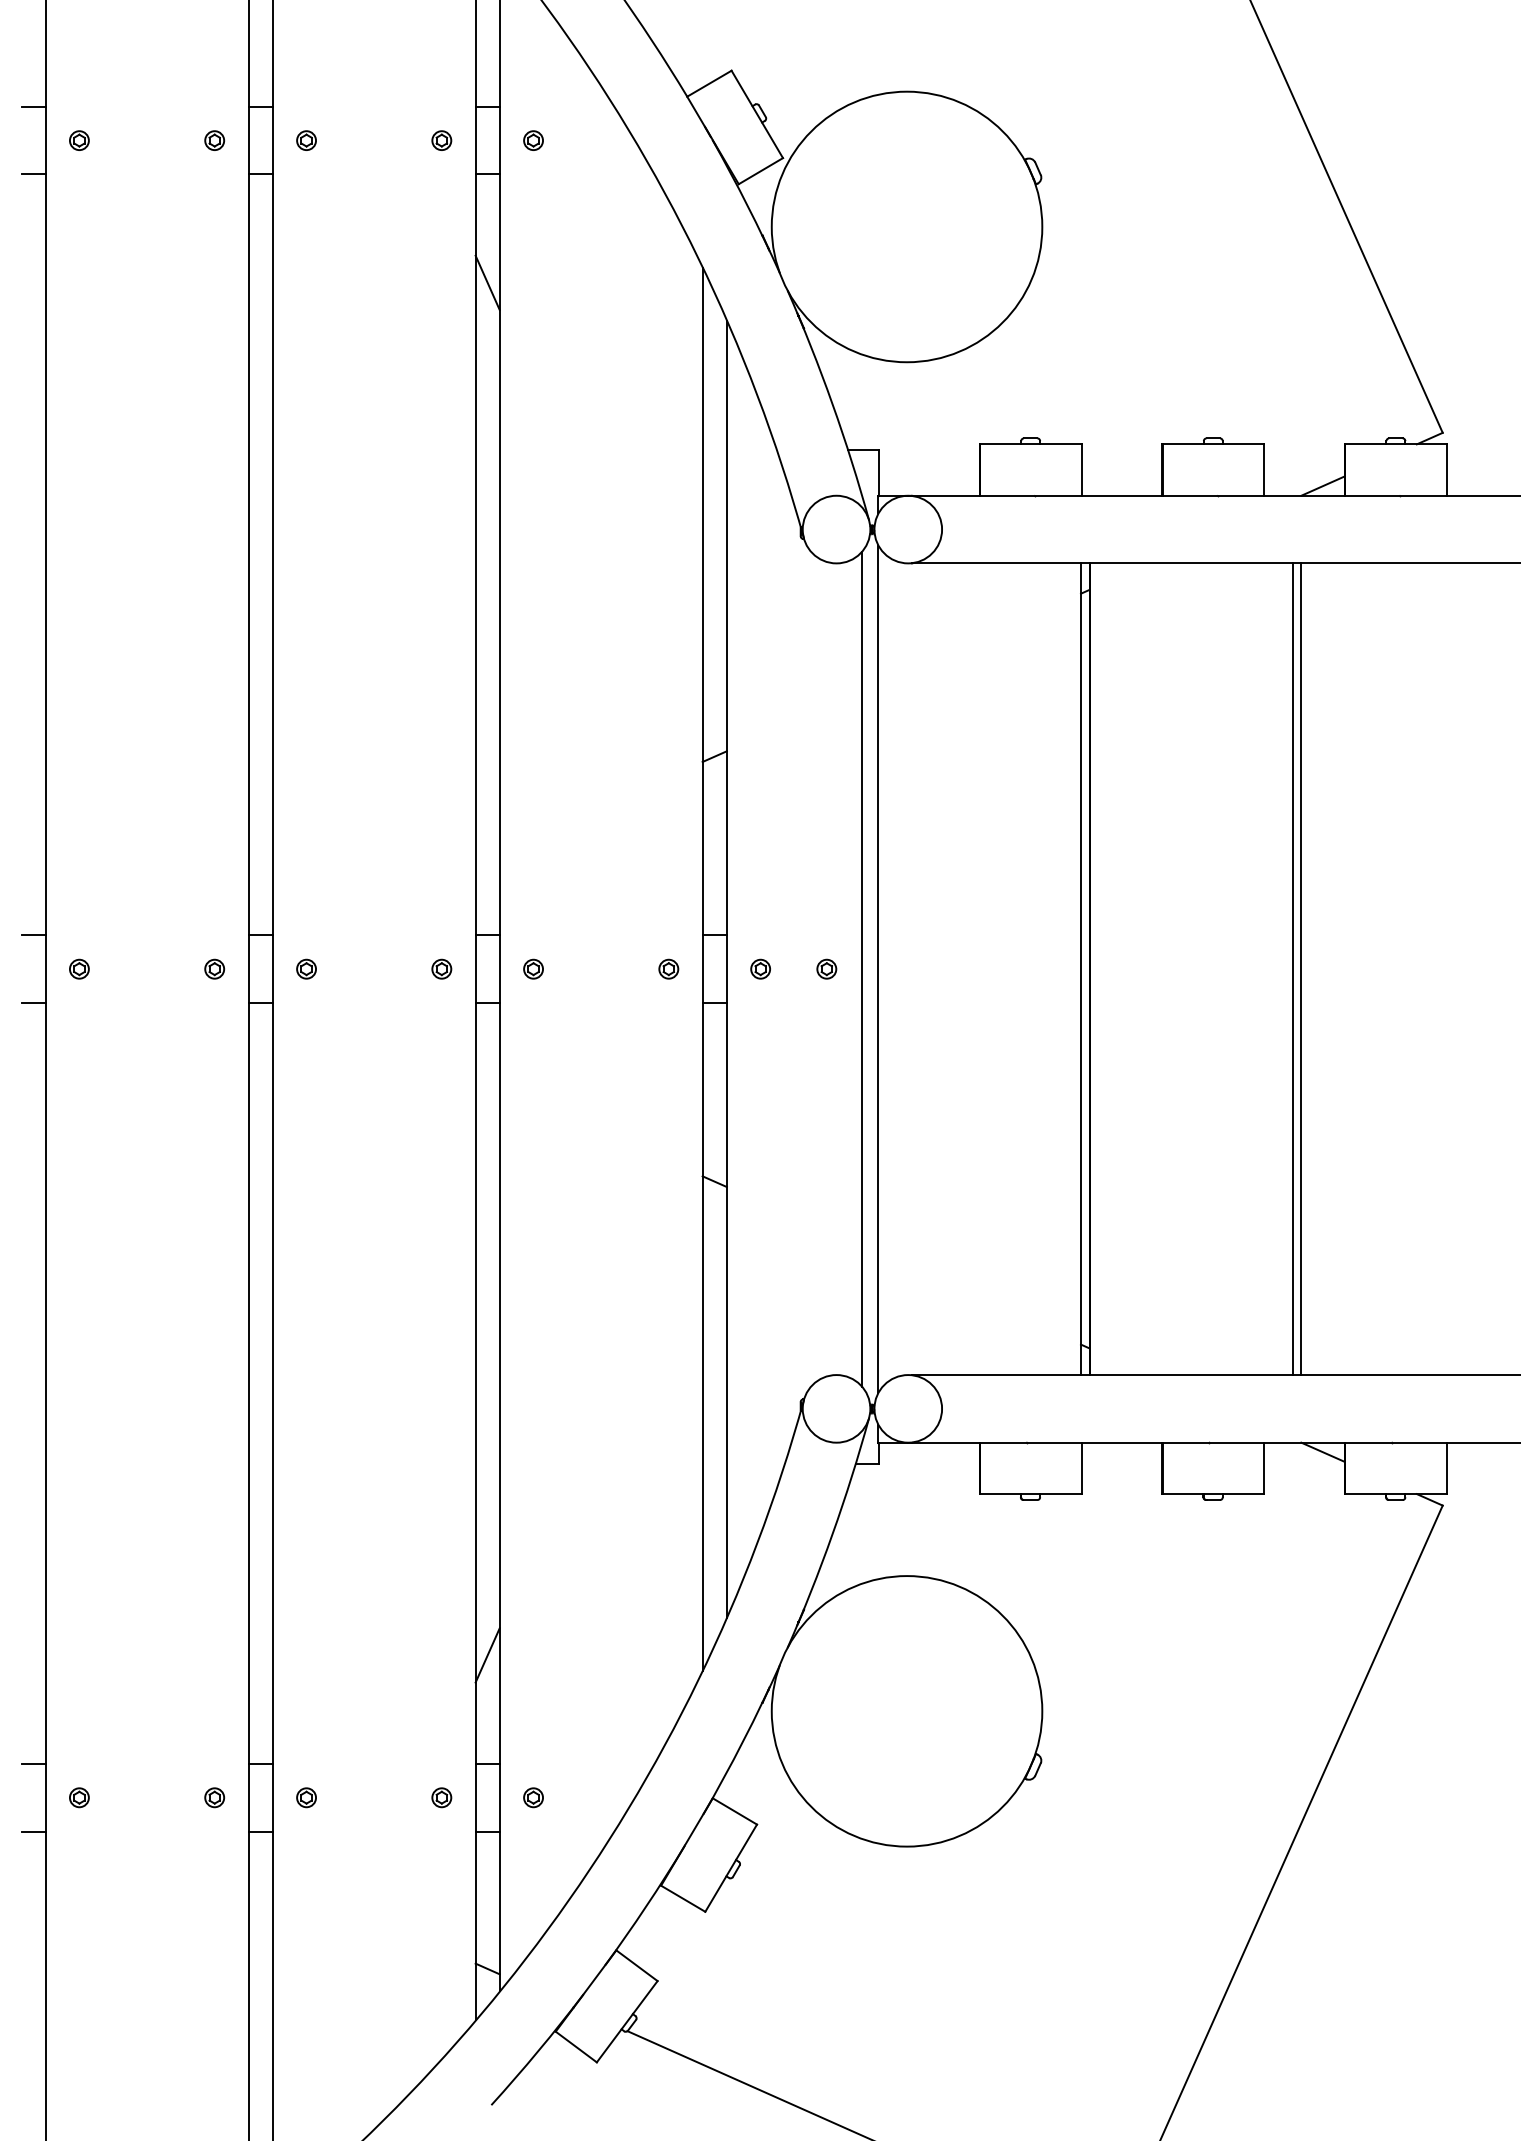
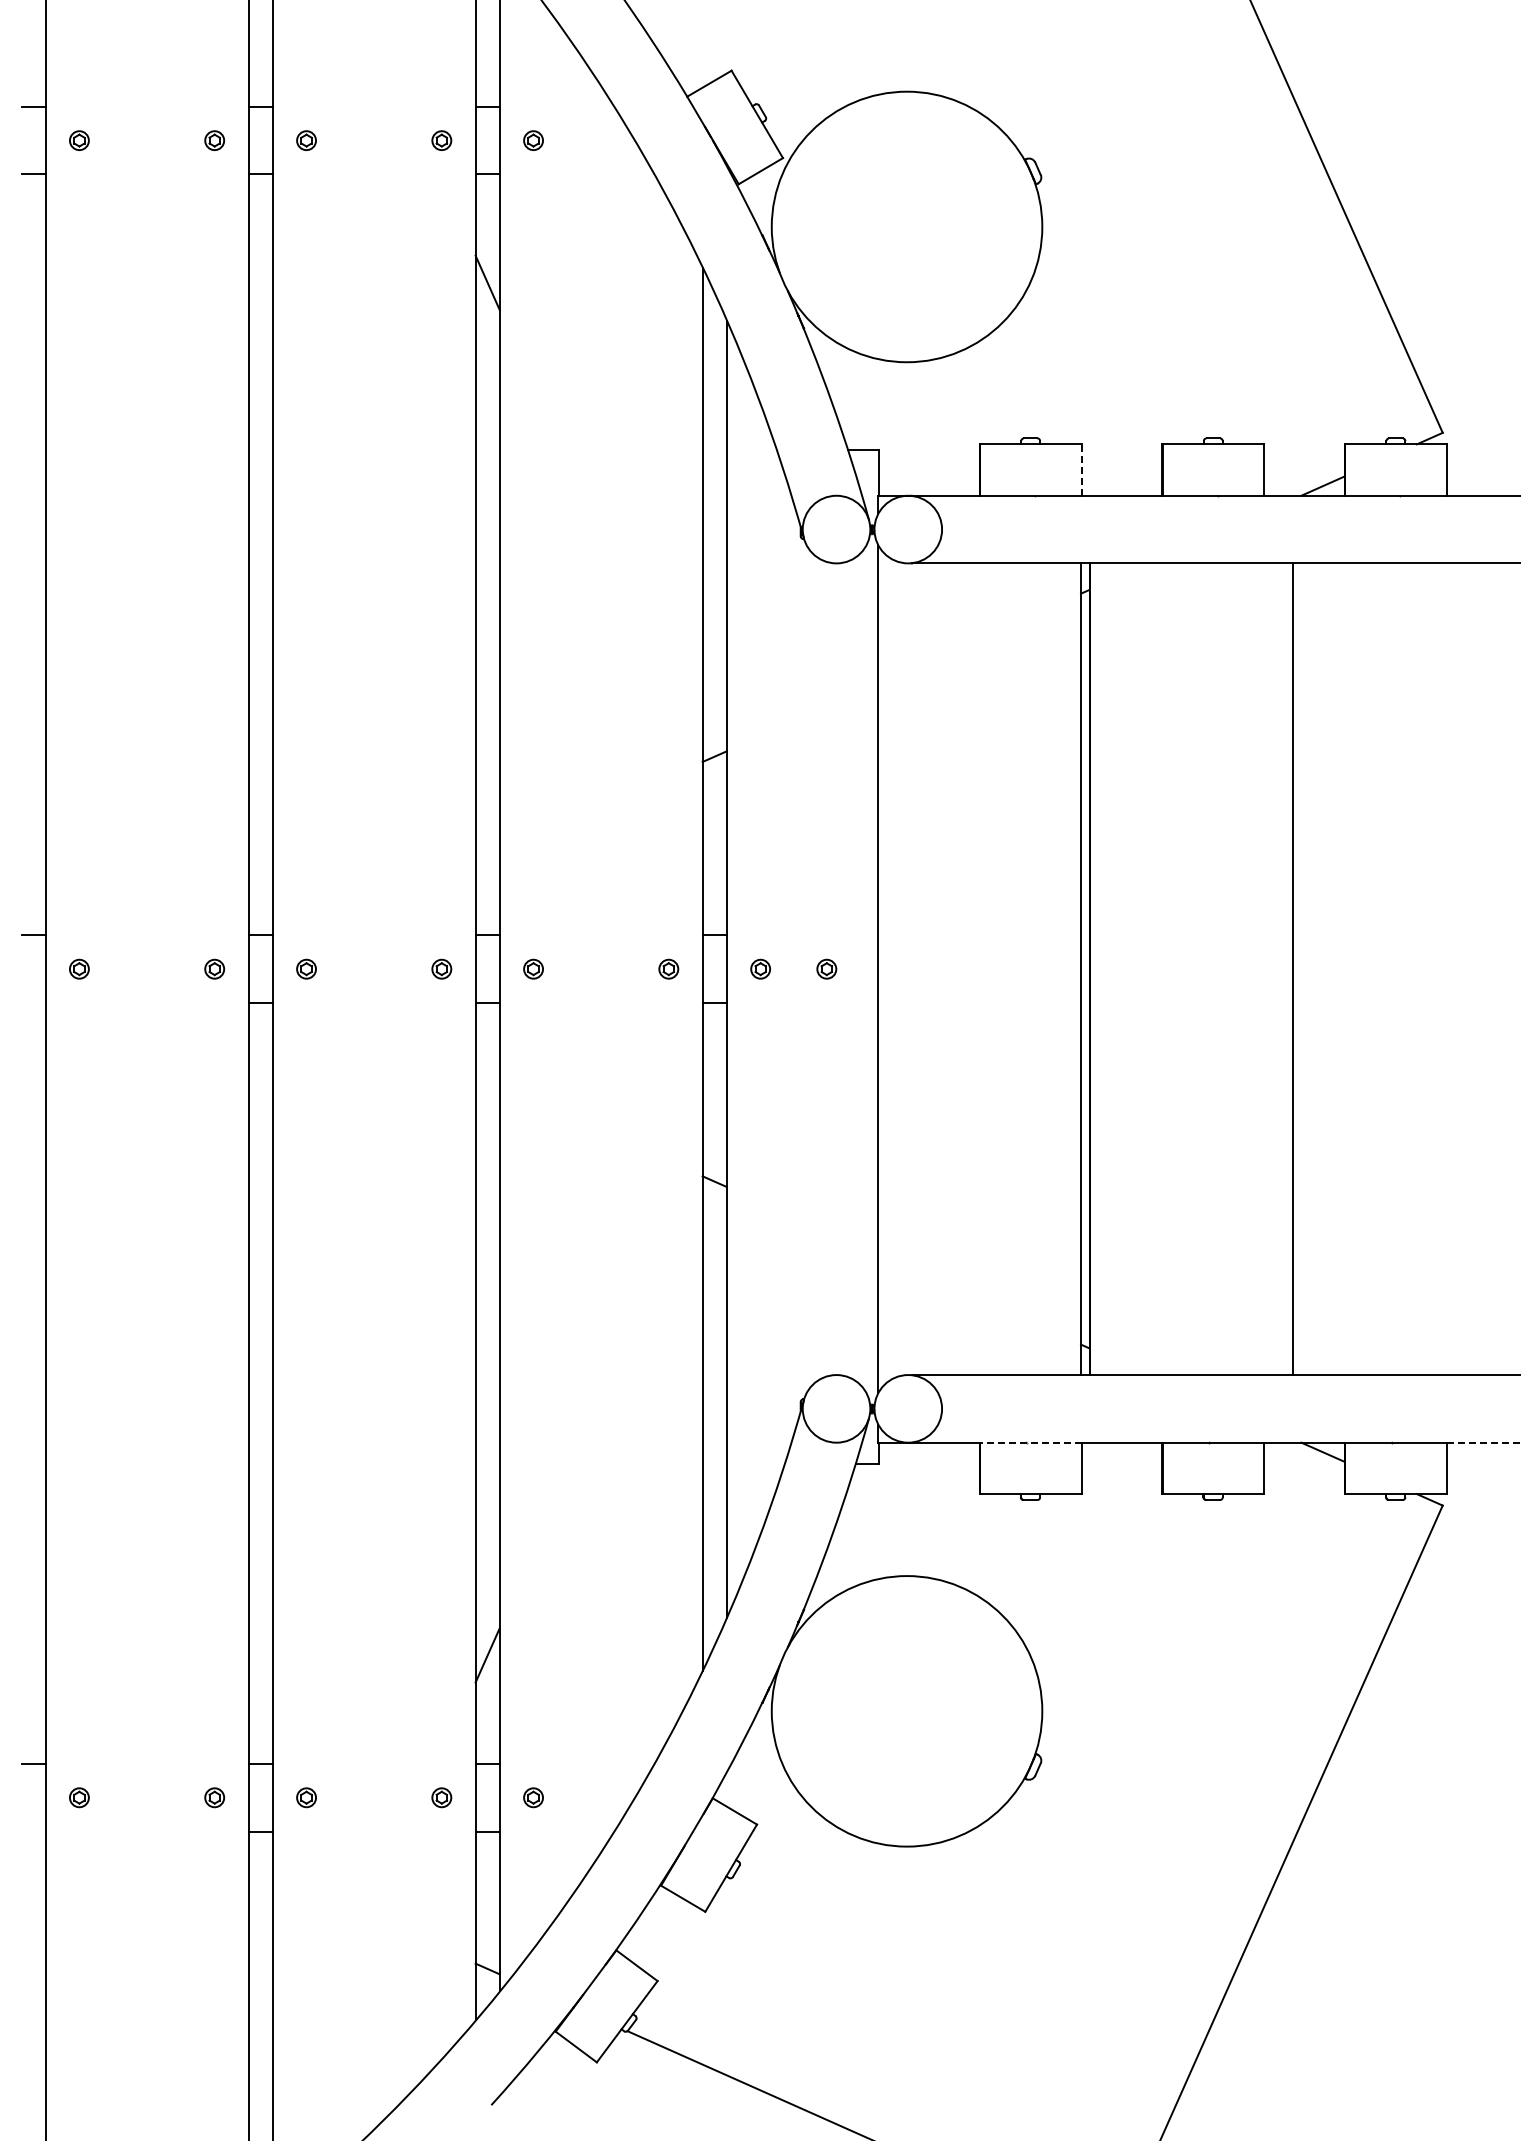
line at (1081, 470): solid -> dashed
line at (862, 968): present -> none
line at (1301, 969): present -> none
line at (33, 1003): present -> none
line at (1030, 1442): solid -> dashed
line at (1484, 1442): solid -> dashed
line at (33, 1831): present -> none
